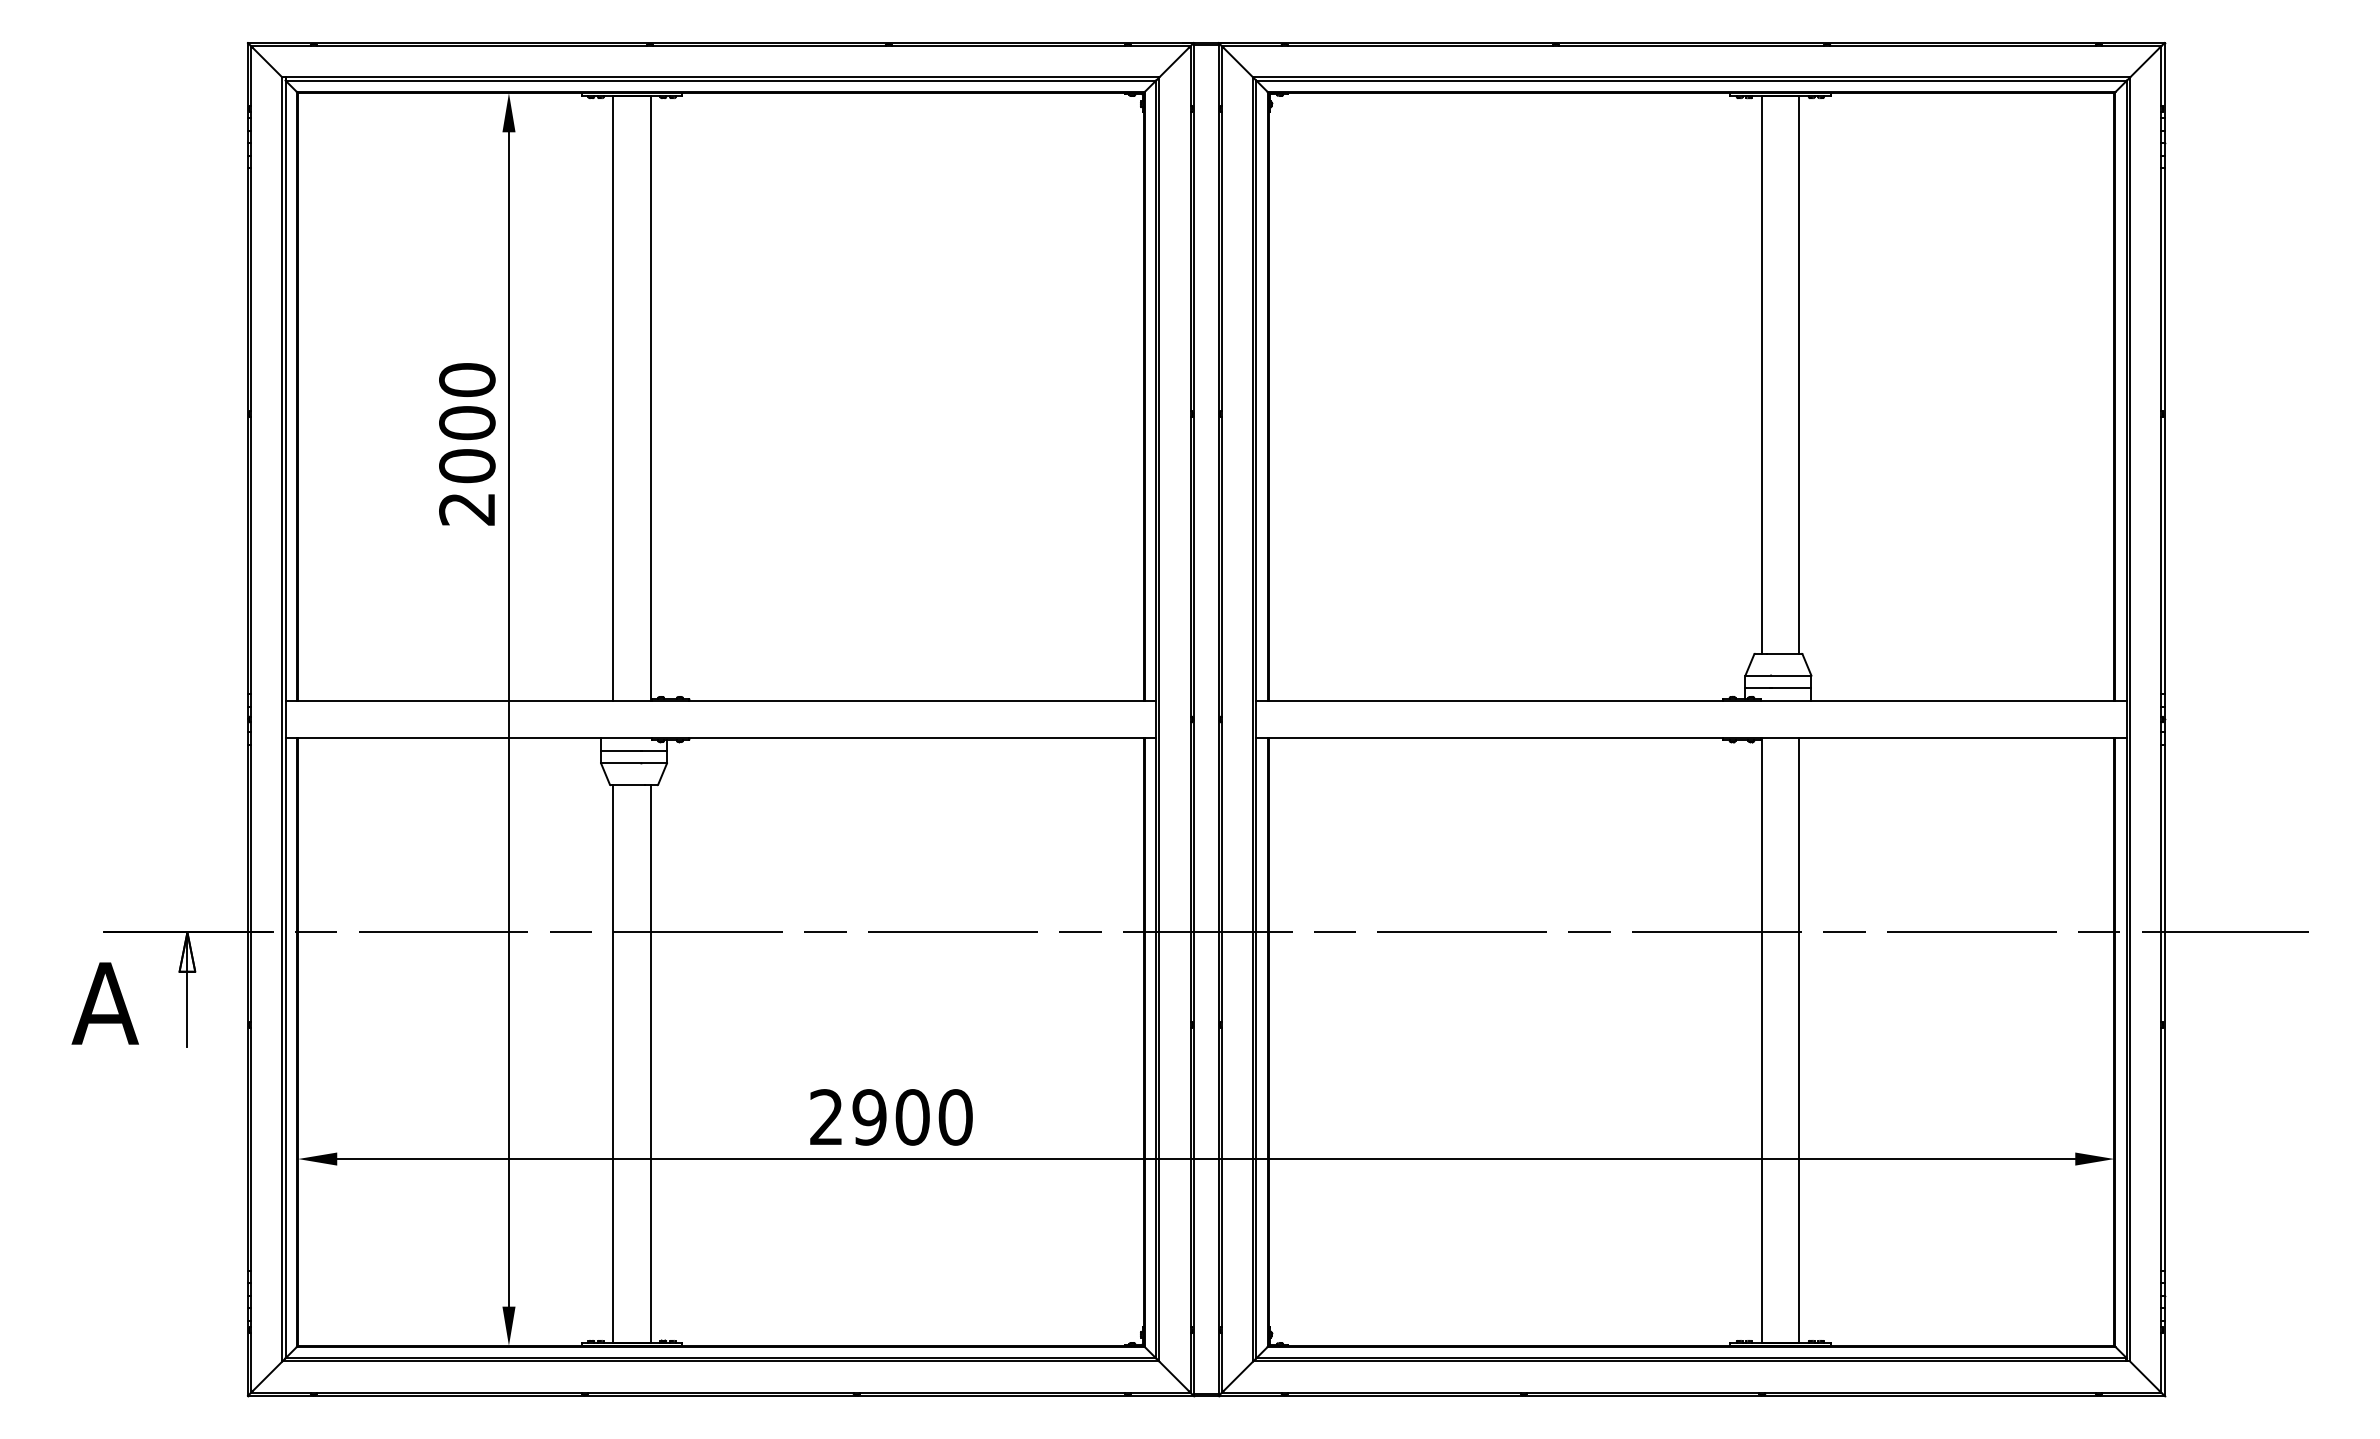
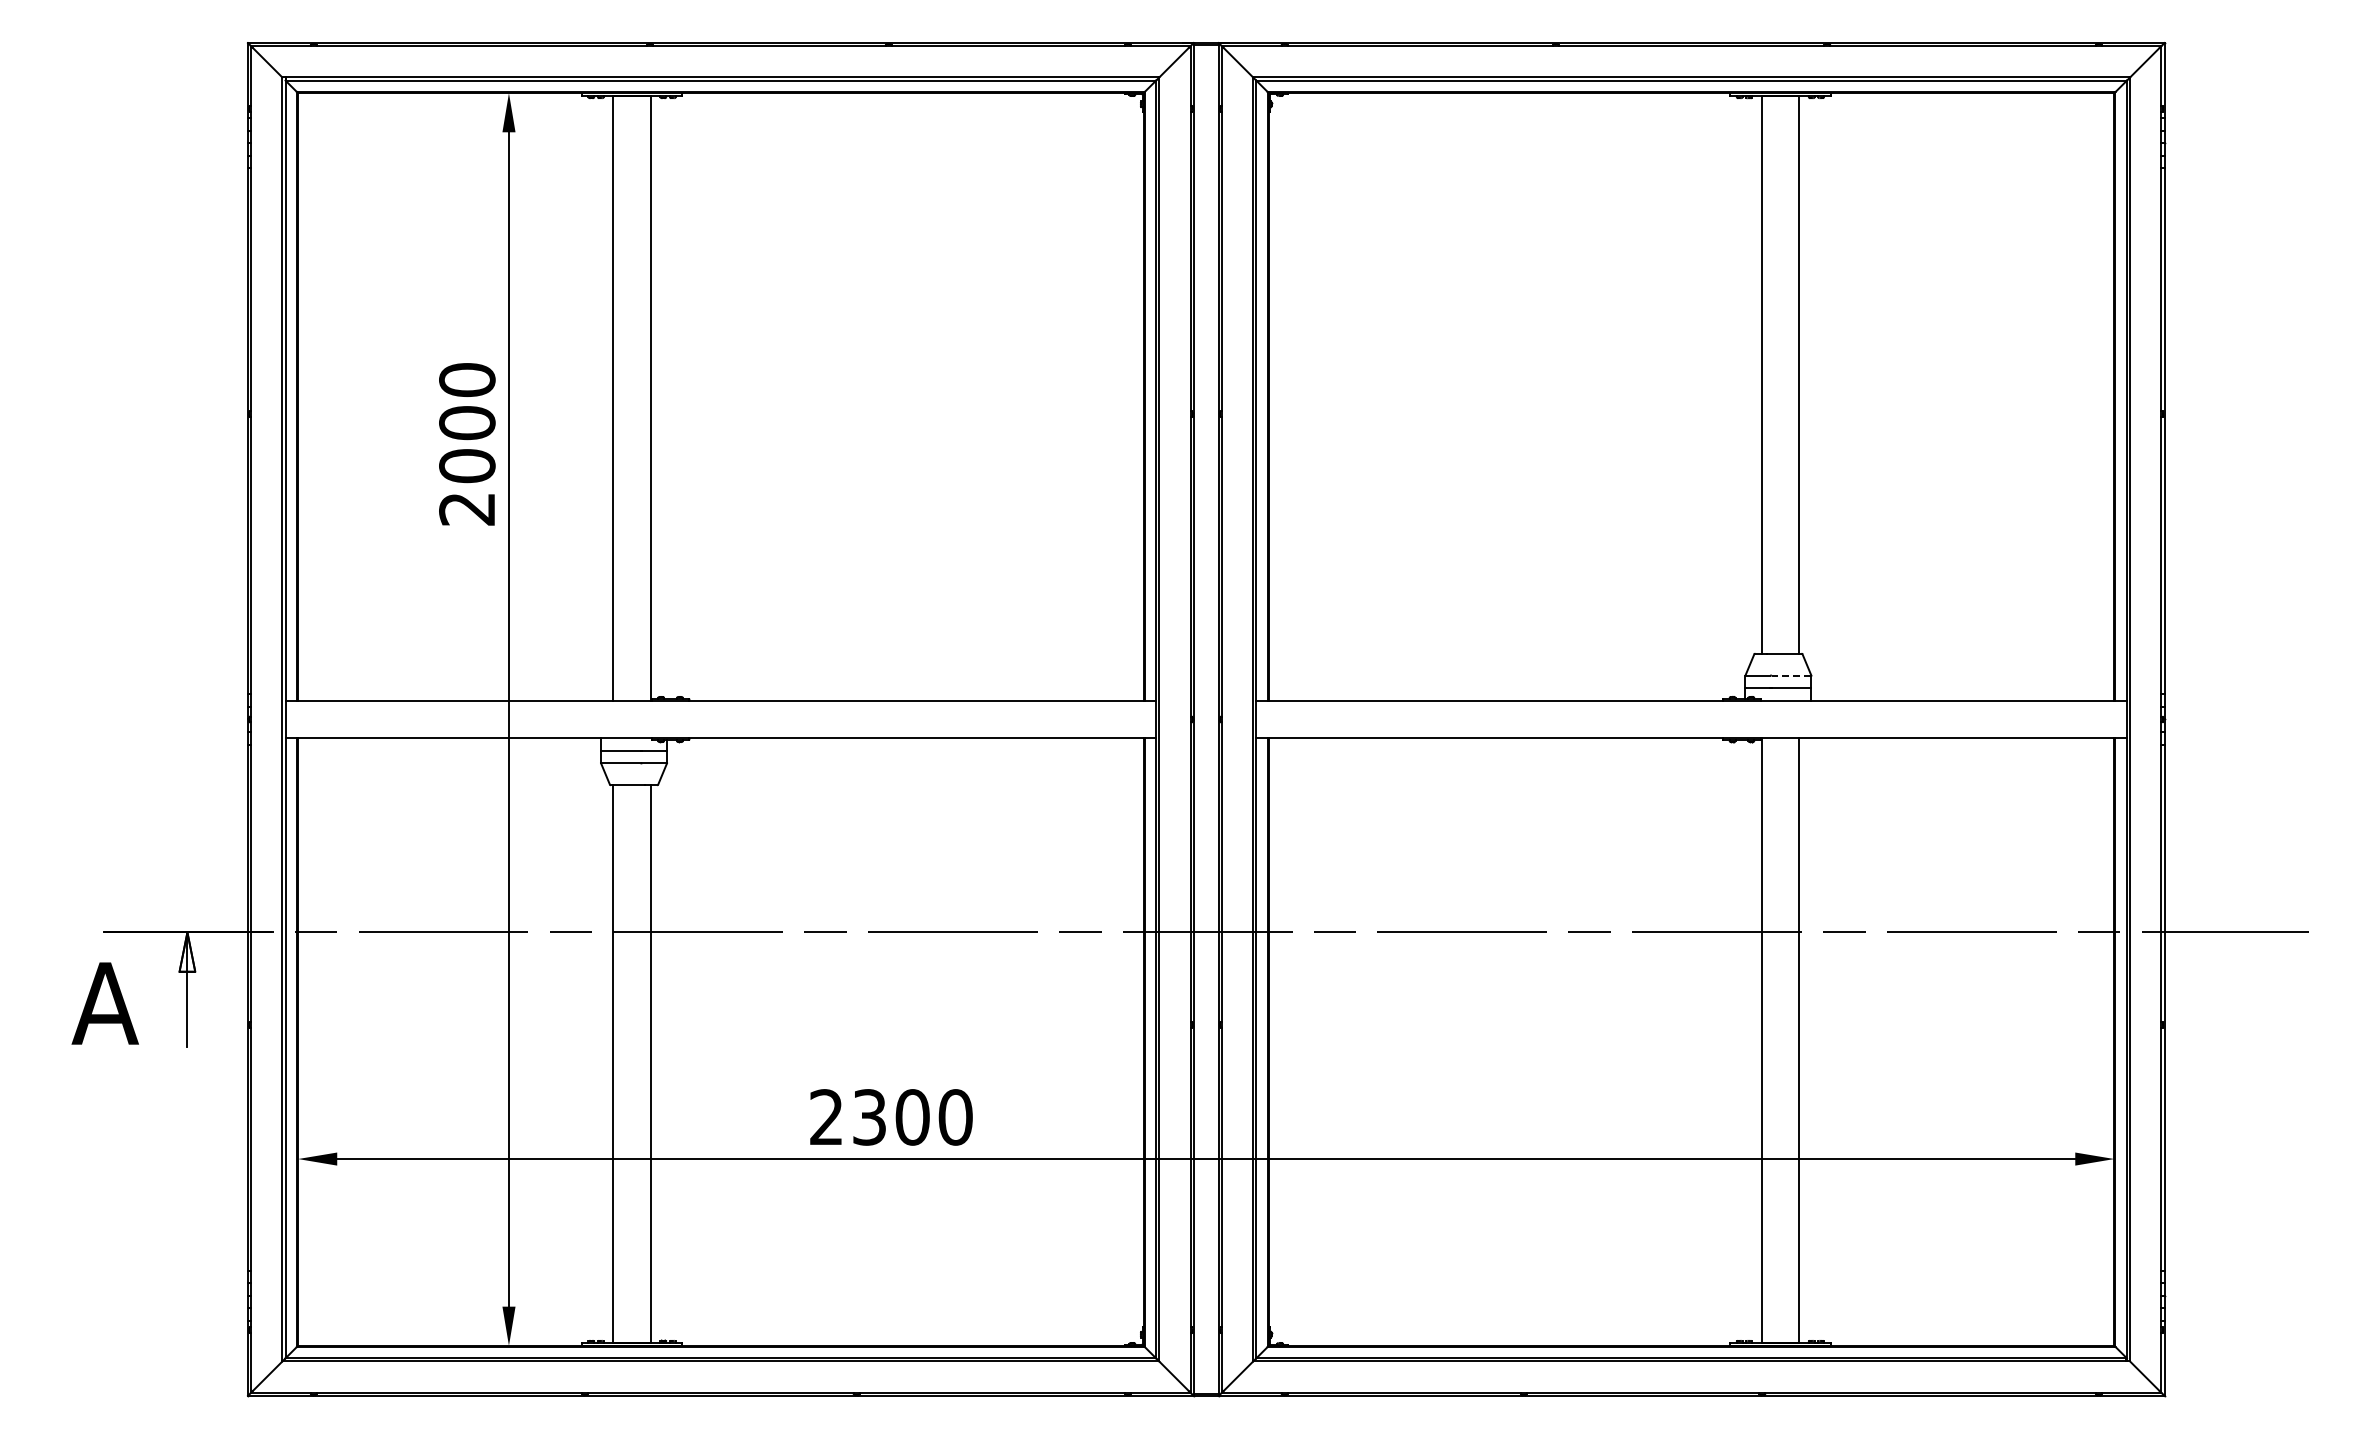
line at (1791, 675): solid -> dashed
text at (869, 1117): 2900 -> 2300
